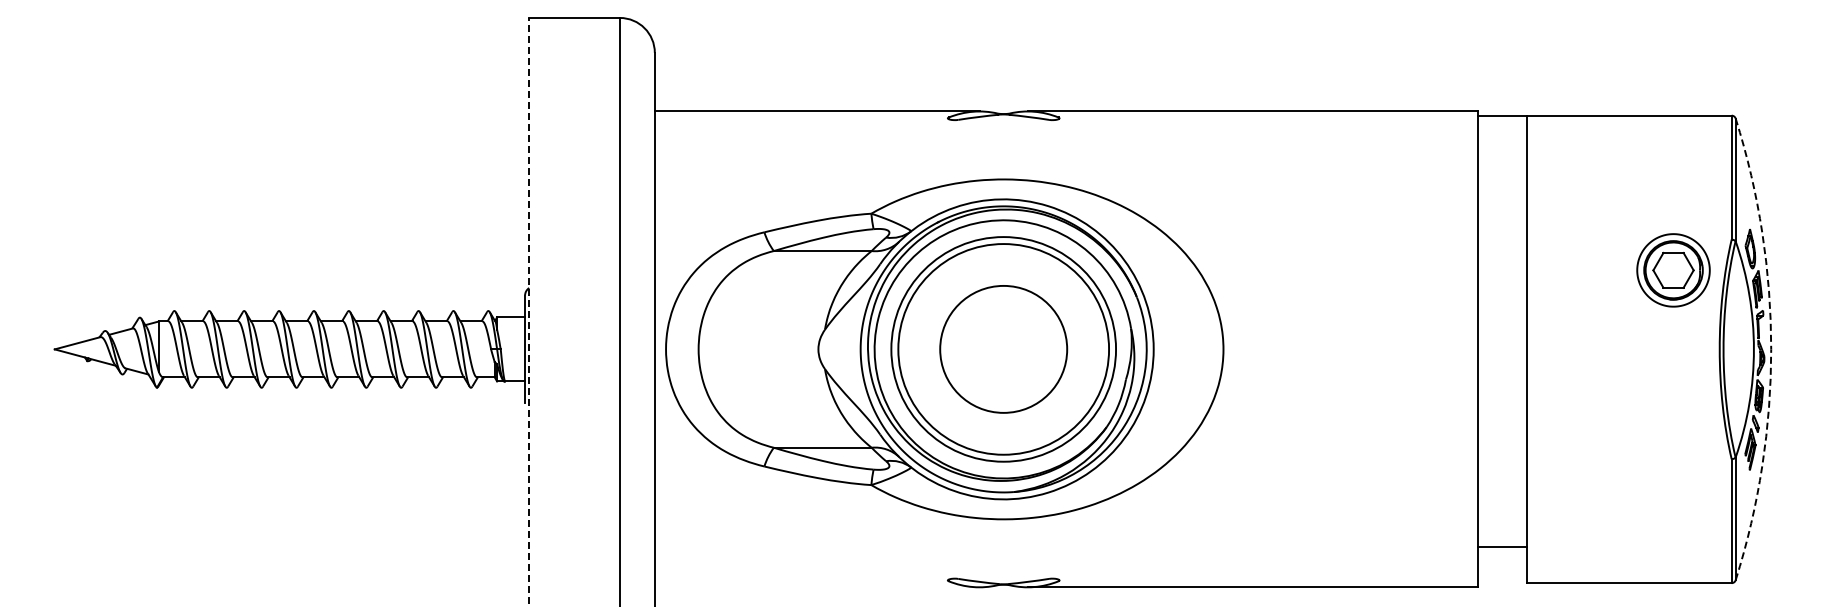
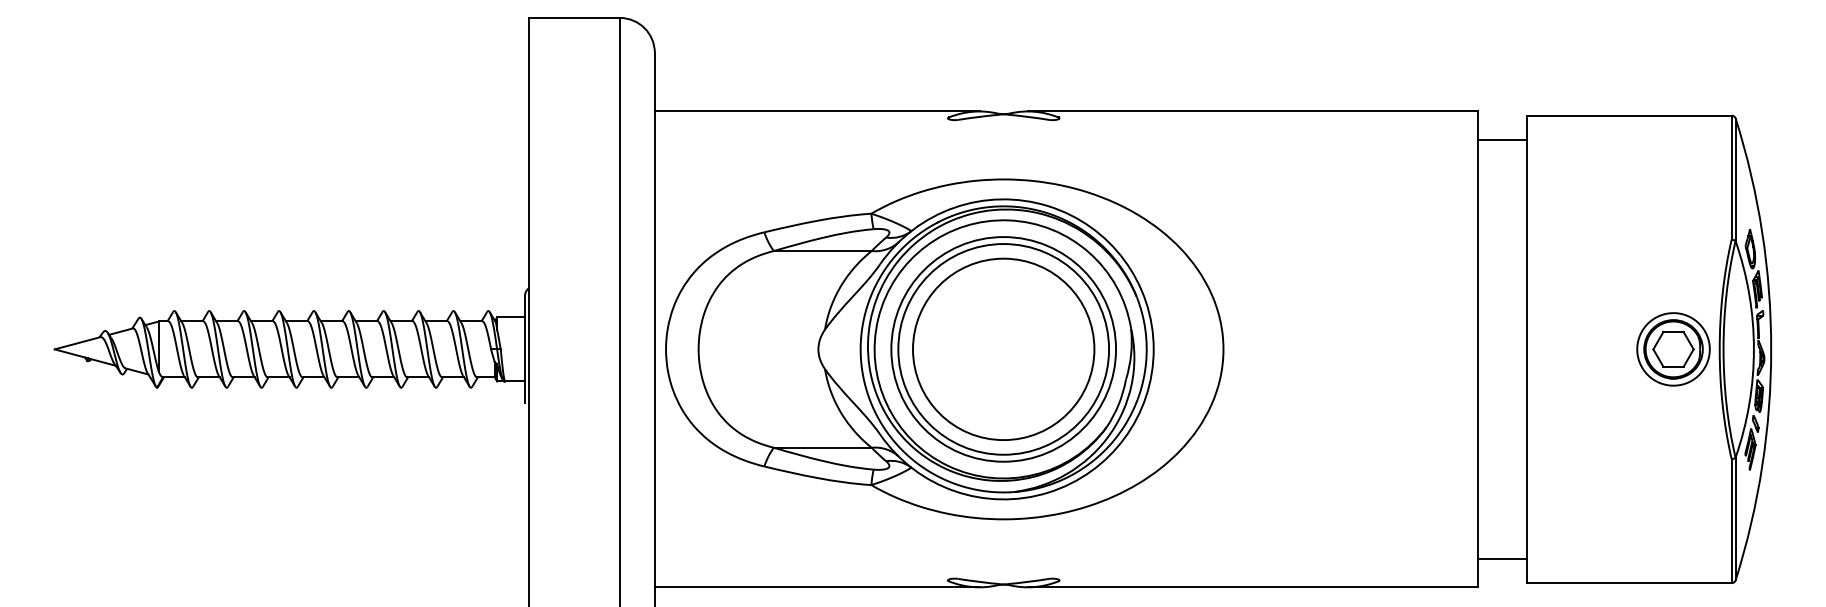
line at (1502, 116) position: (1502, 116) -> (1502, 140)
part at (1673, 270) position: (1673, 270) -> (1673, 349)
line at (529, 311): dashed -> solid
circle at (1003, 348) diameter: 127 px -> 181 px
arc at (1771, 349): dashed -> solid
line at (1502, 546) position: (1502, 546) -> (1502, 558)
line at (816, 587): none -> present
